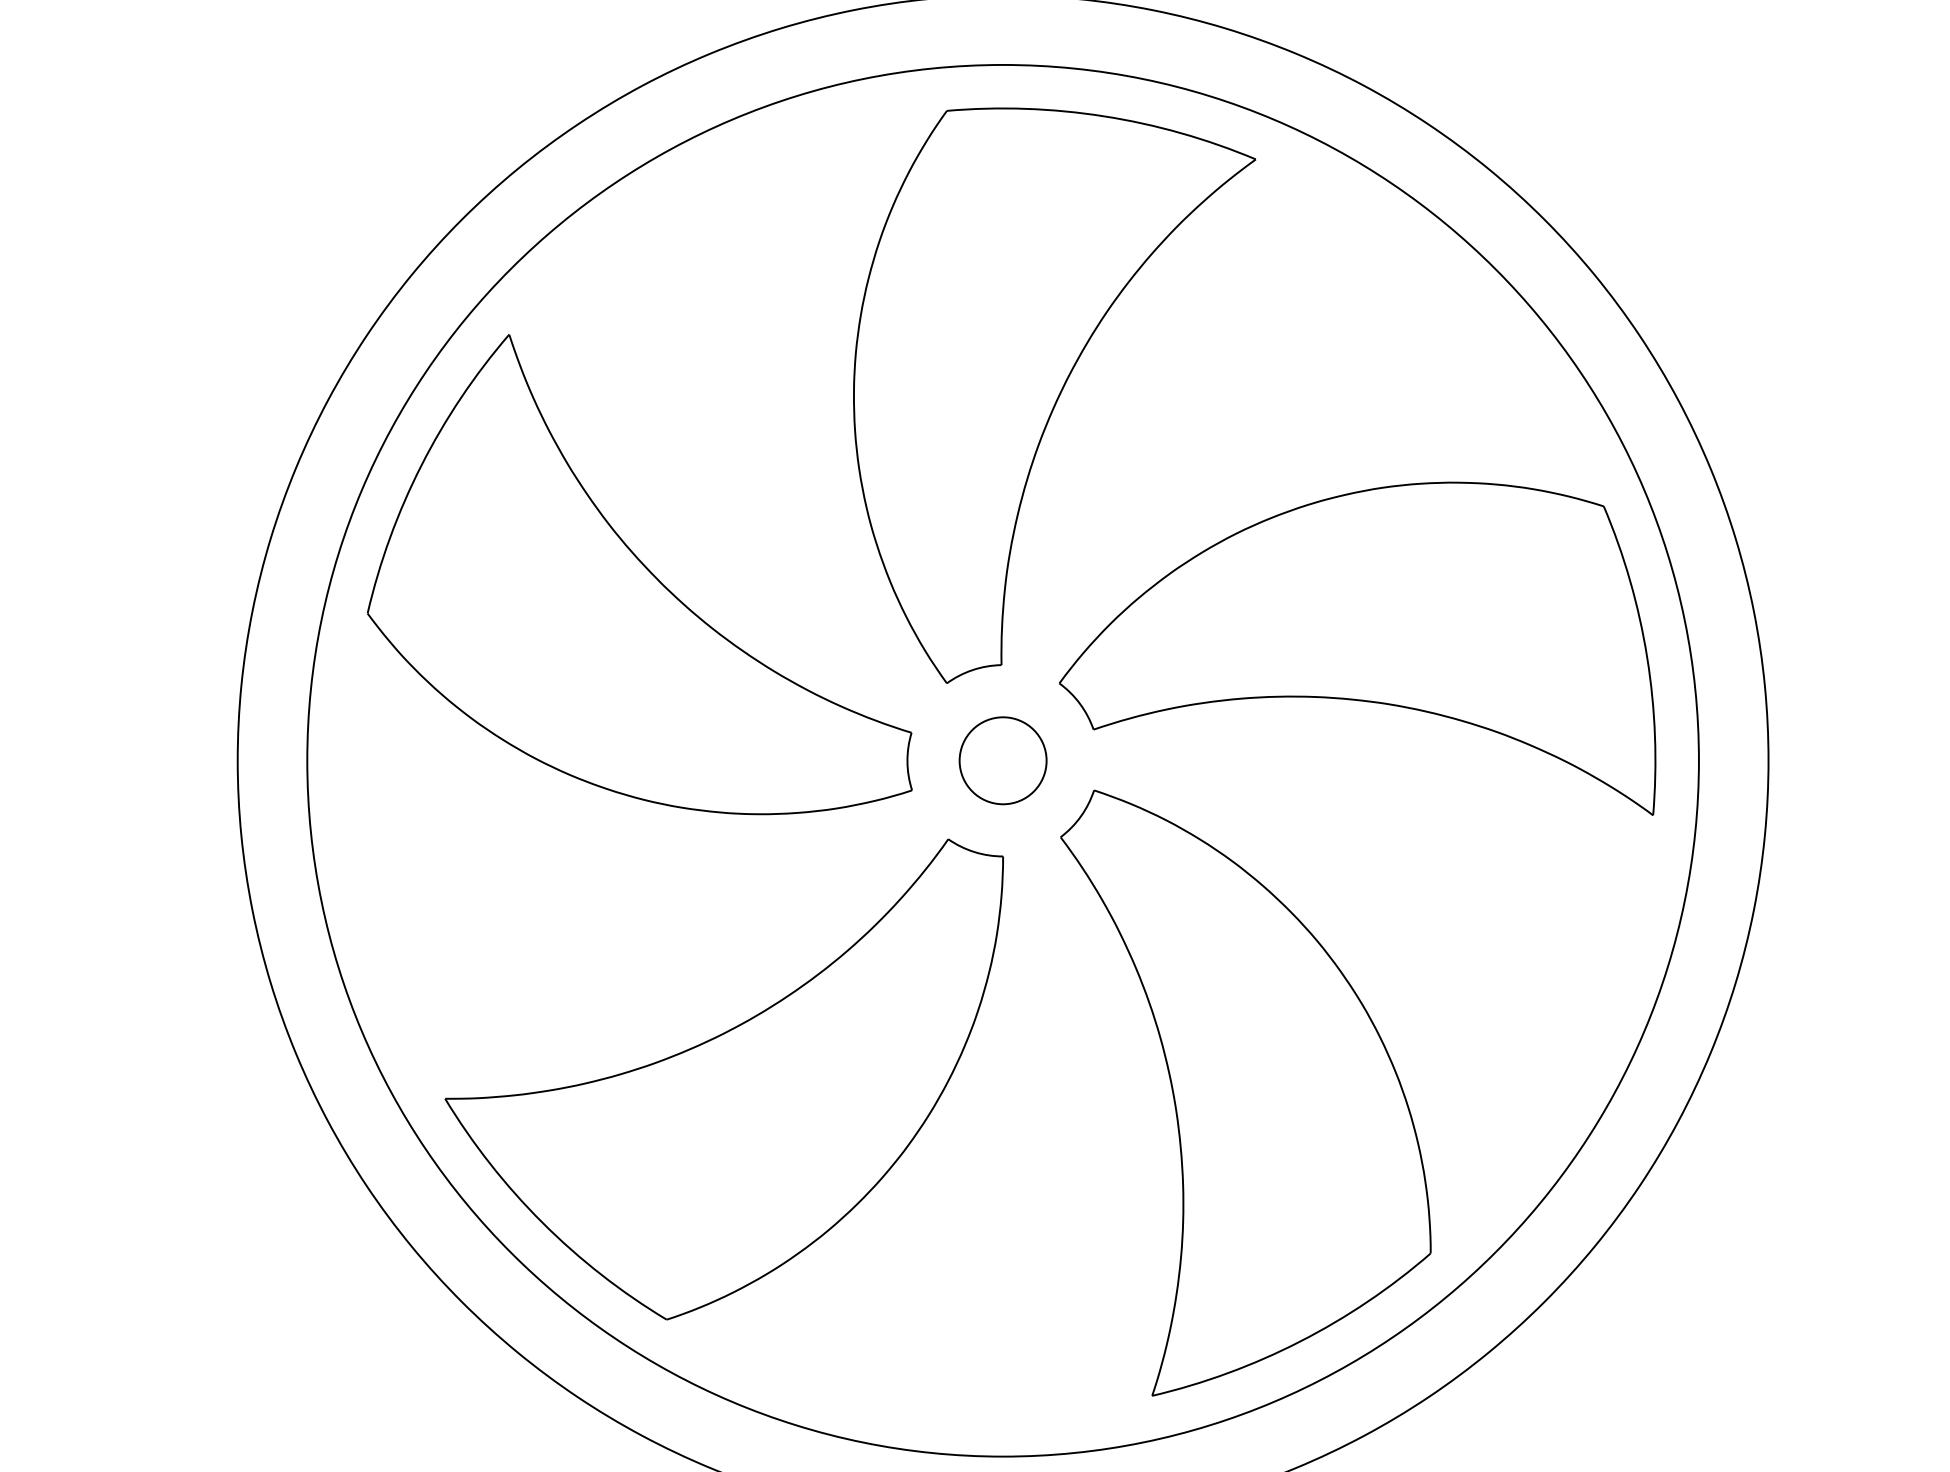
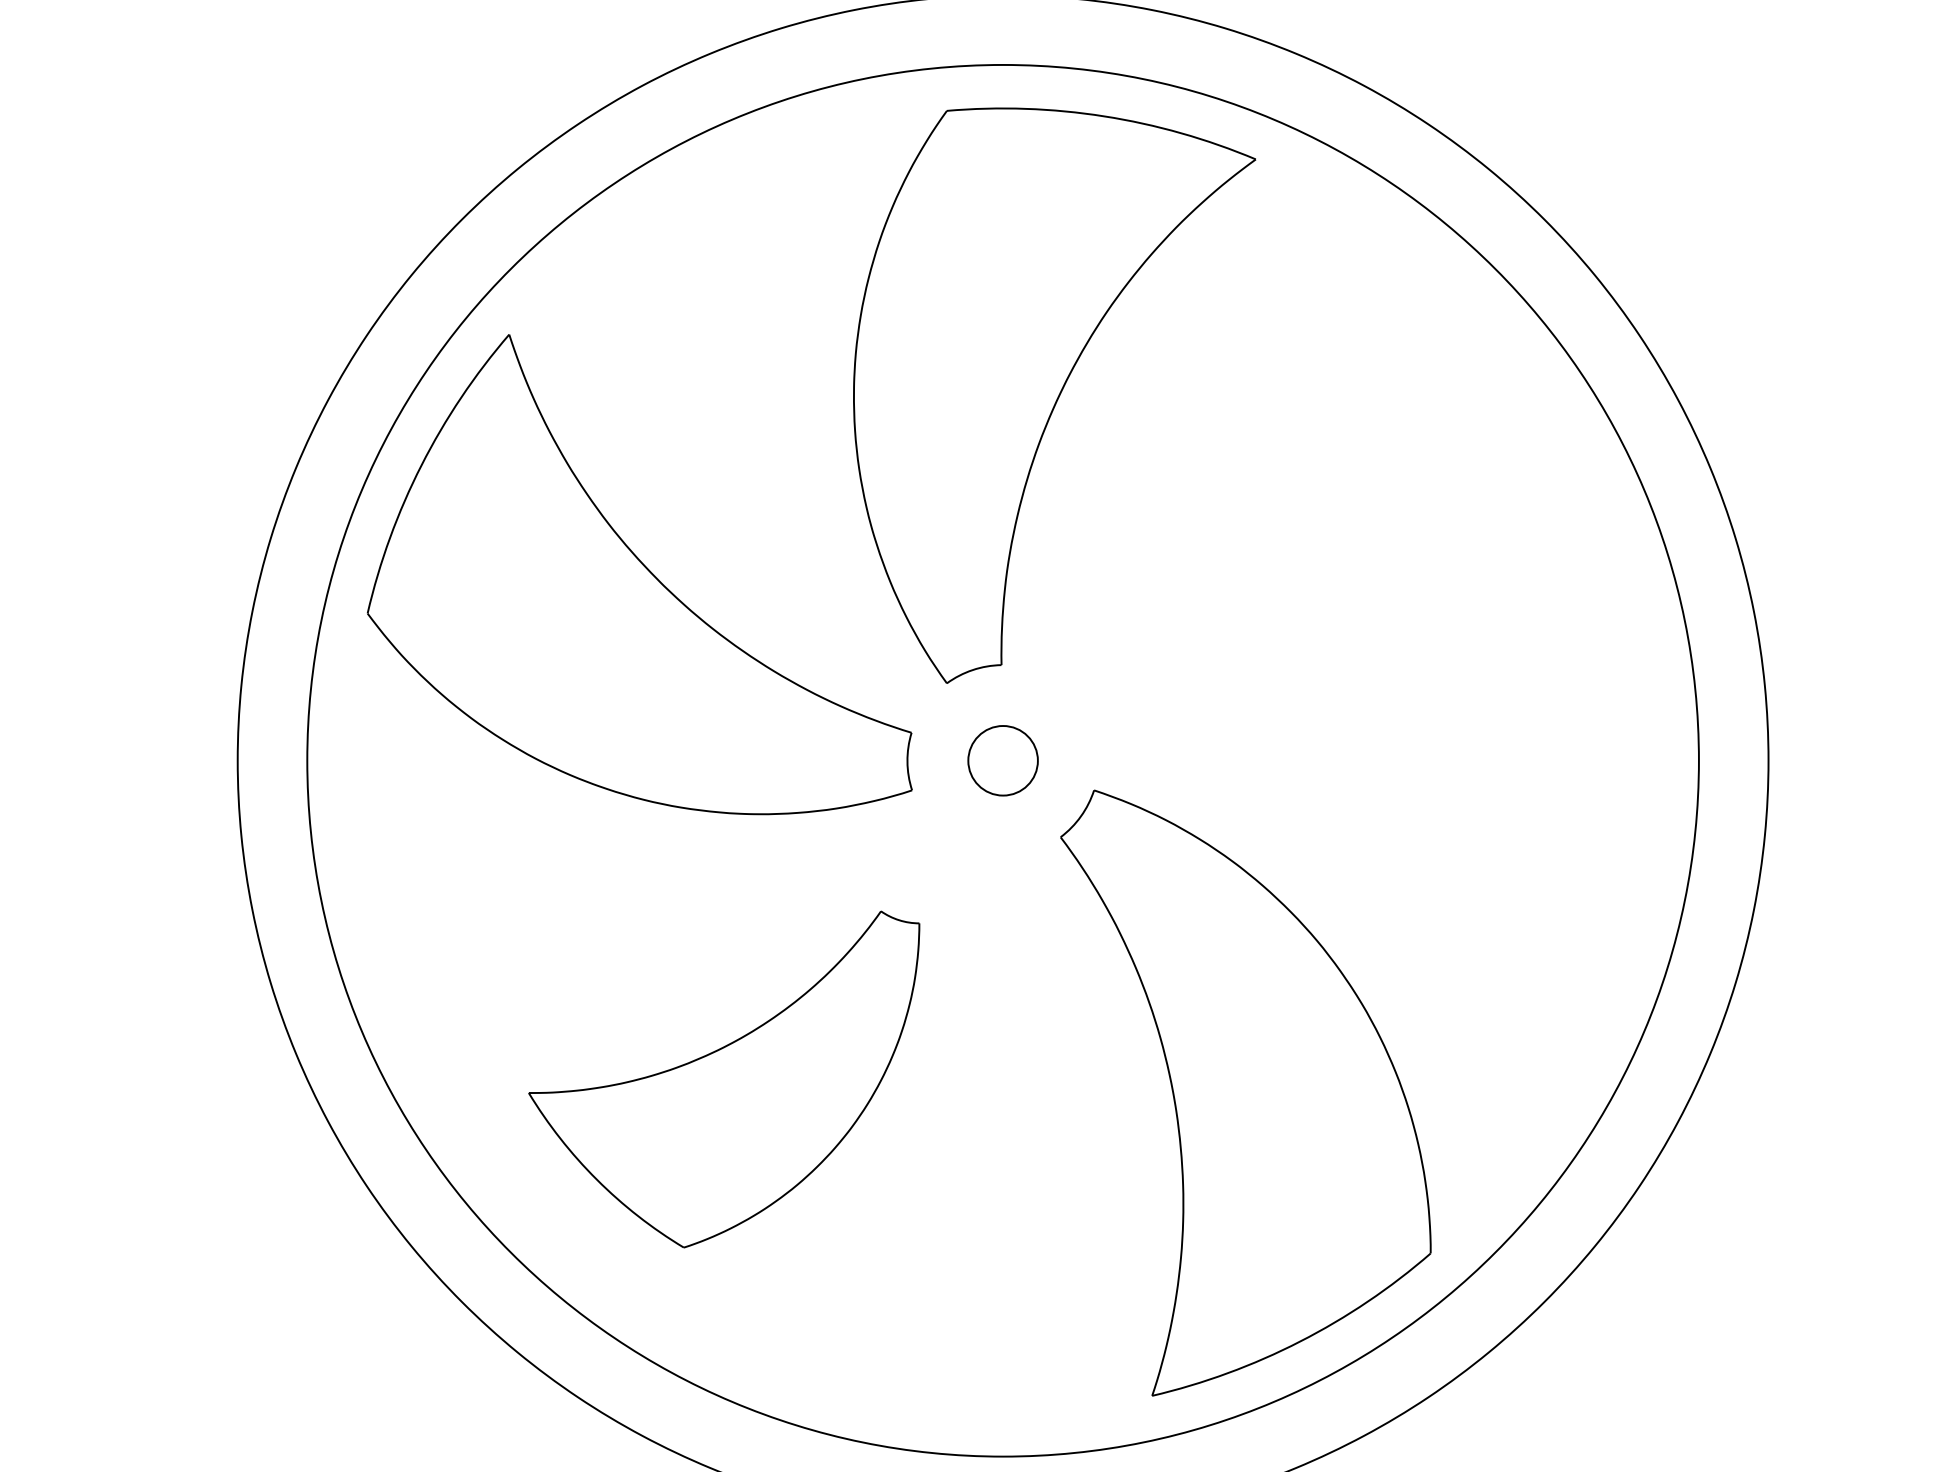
part at (1357, 648): present -> none
circle at (1002, 760) diameter: 87 px -> 70 px
part at (723, 1079) size: 560x483 px -> 393x339 px
